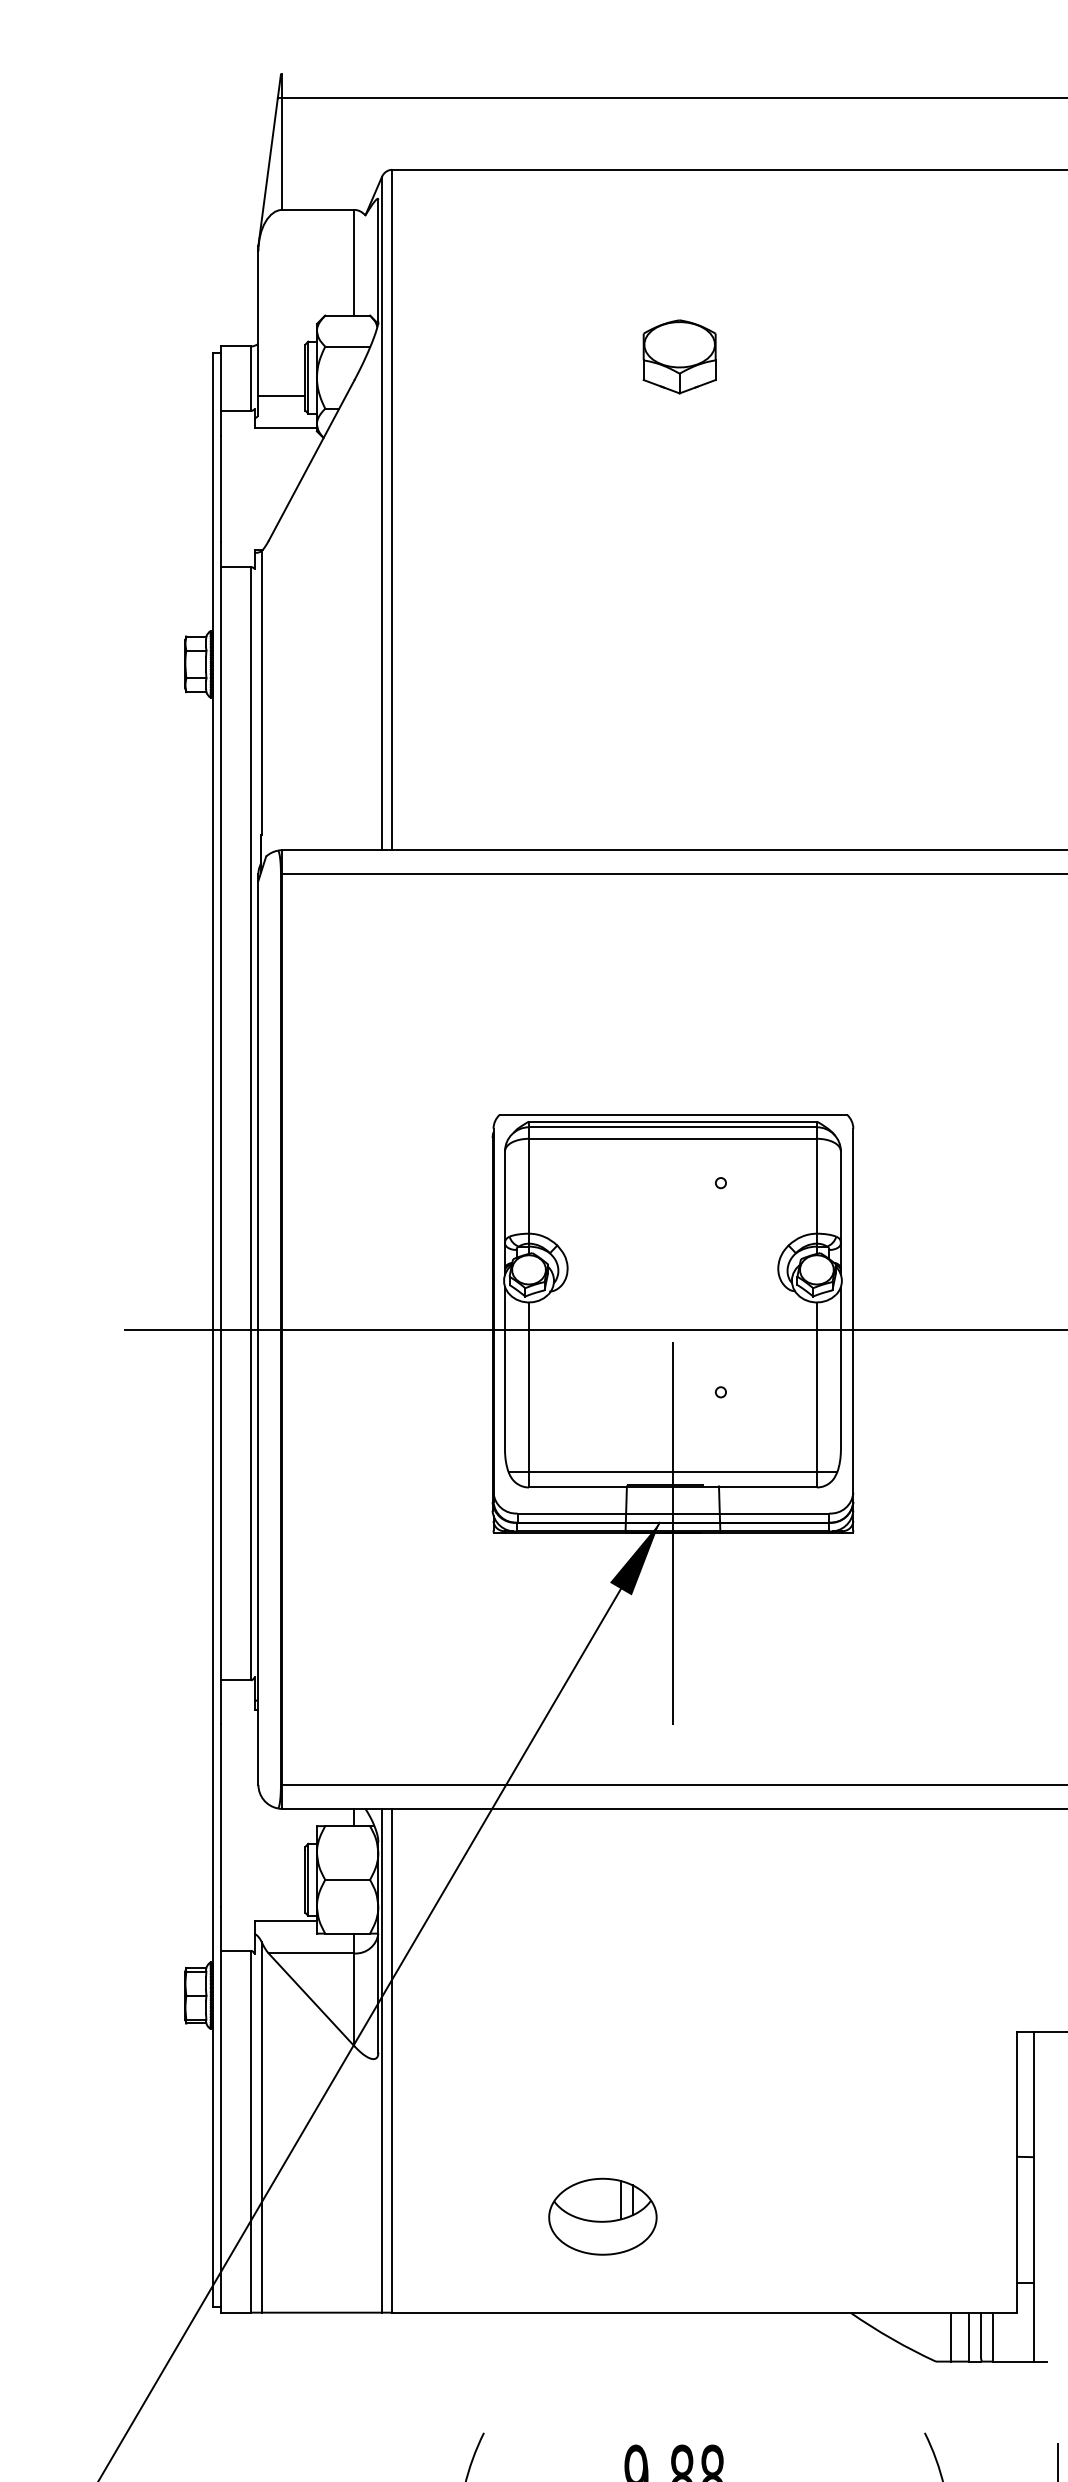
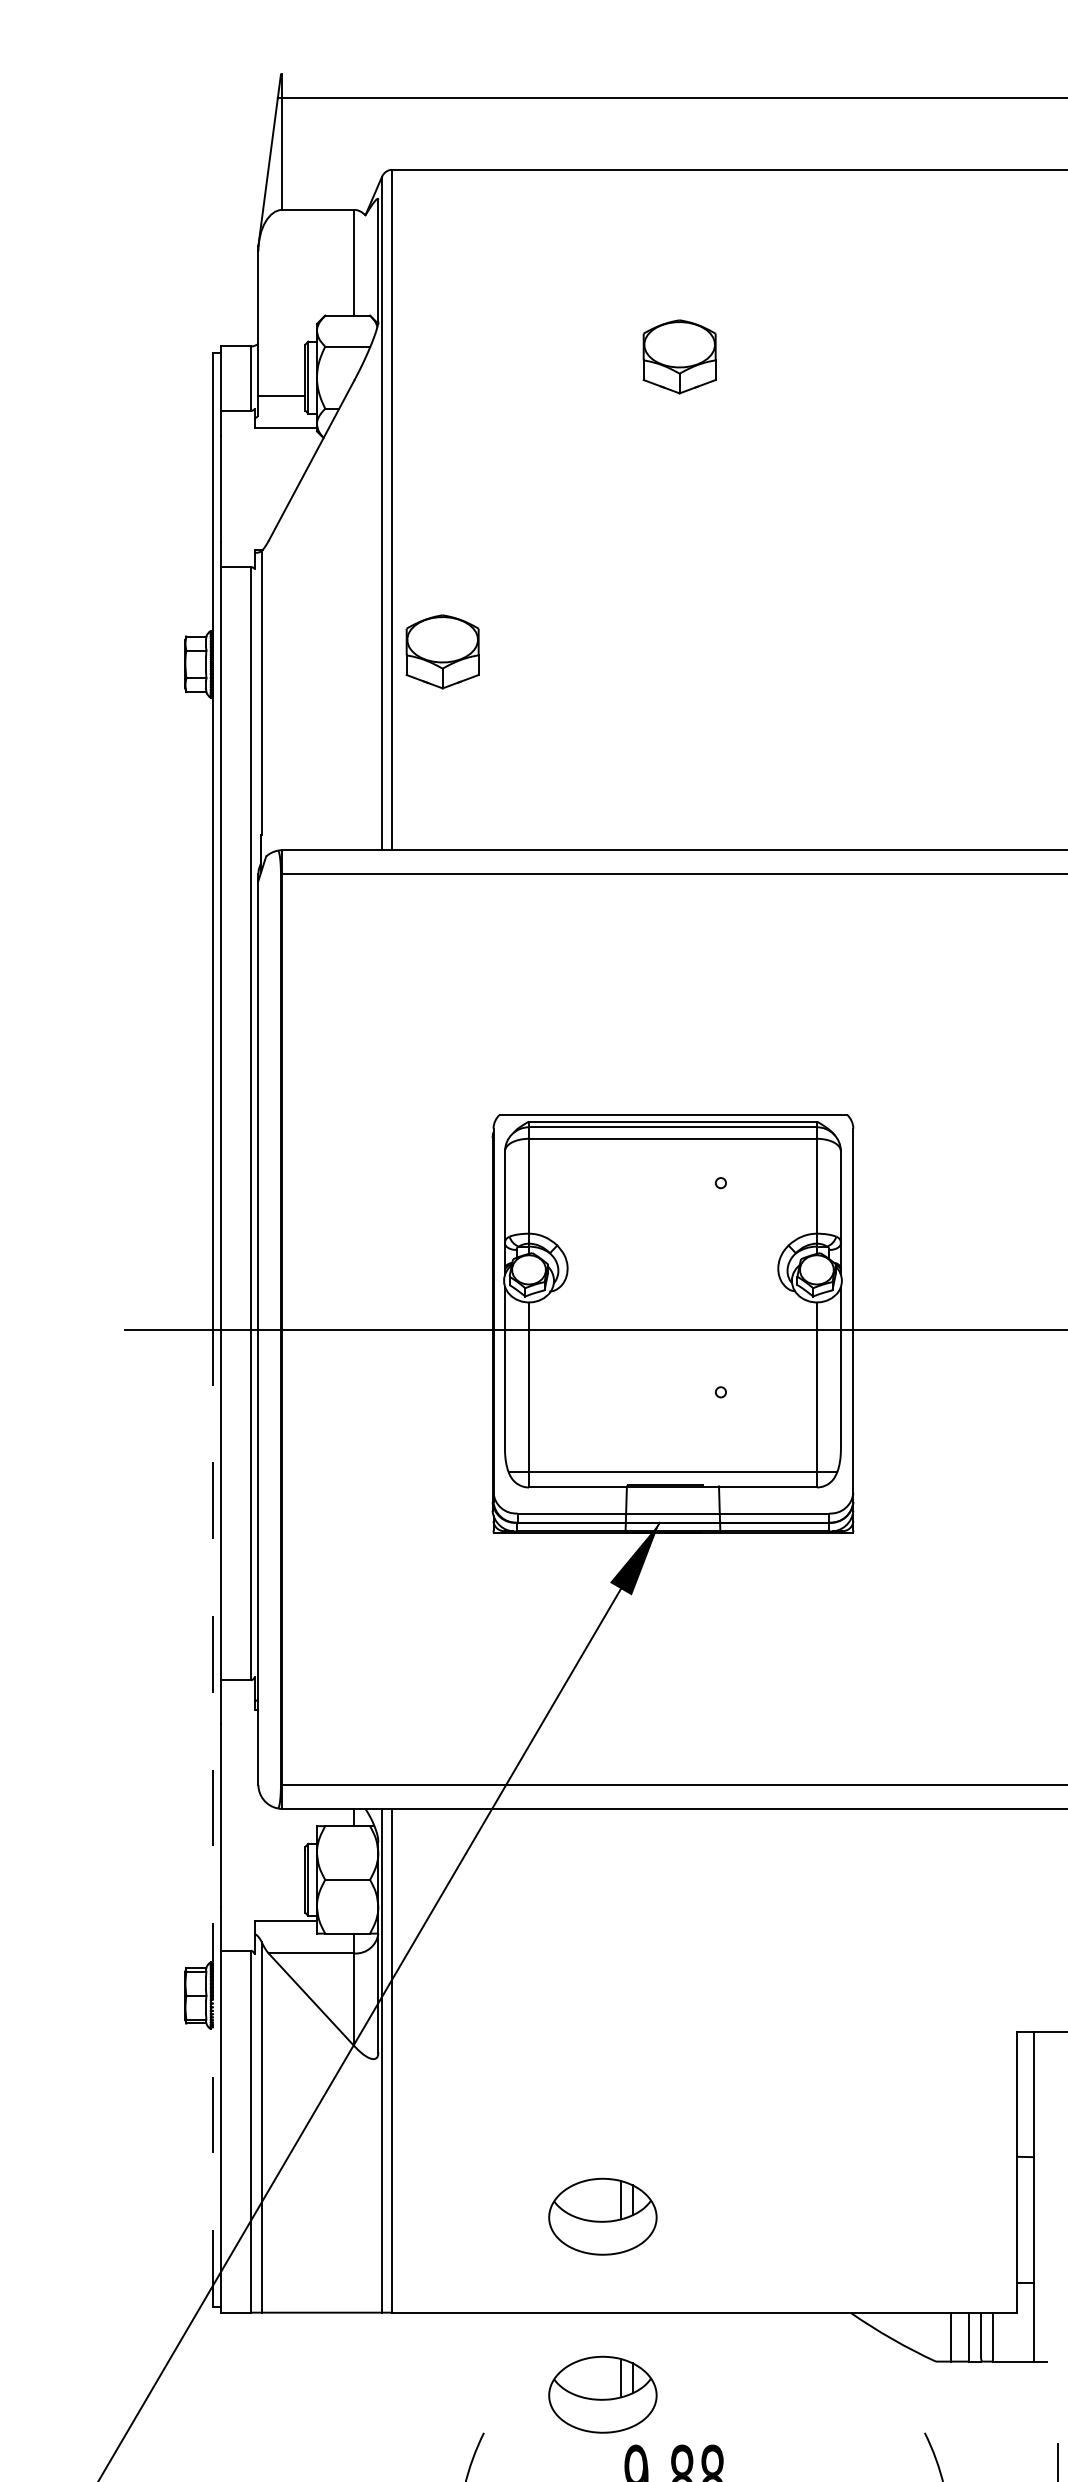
part at (442, 651): none -> present
line at (672, 1509): present -> none
line at (212, 1817): solid -> dashed
part at (602, 2394): none -> present
